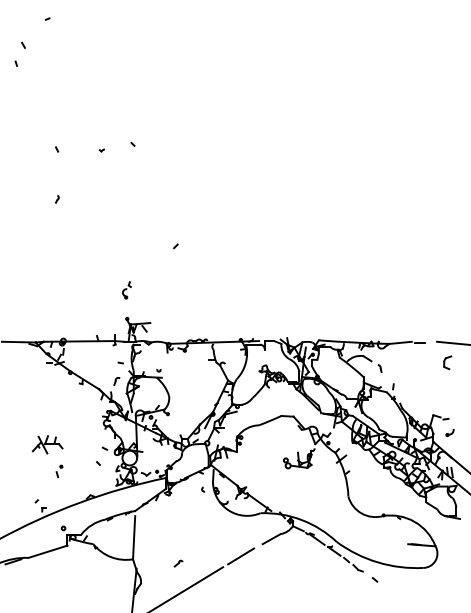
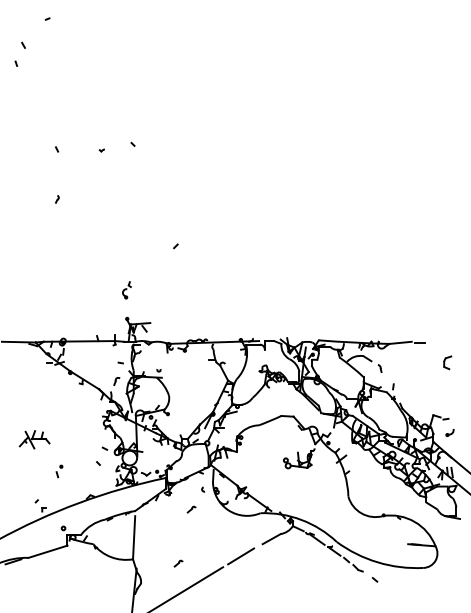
line at (451, 342): present -> none
part at (47, 444) position: (47, 444) -> (34, 439)
part at (191, 509): none -> present
